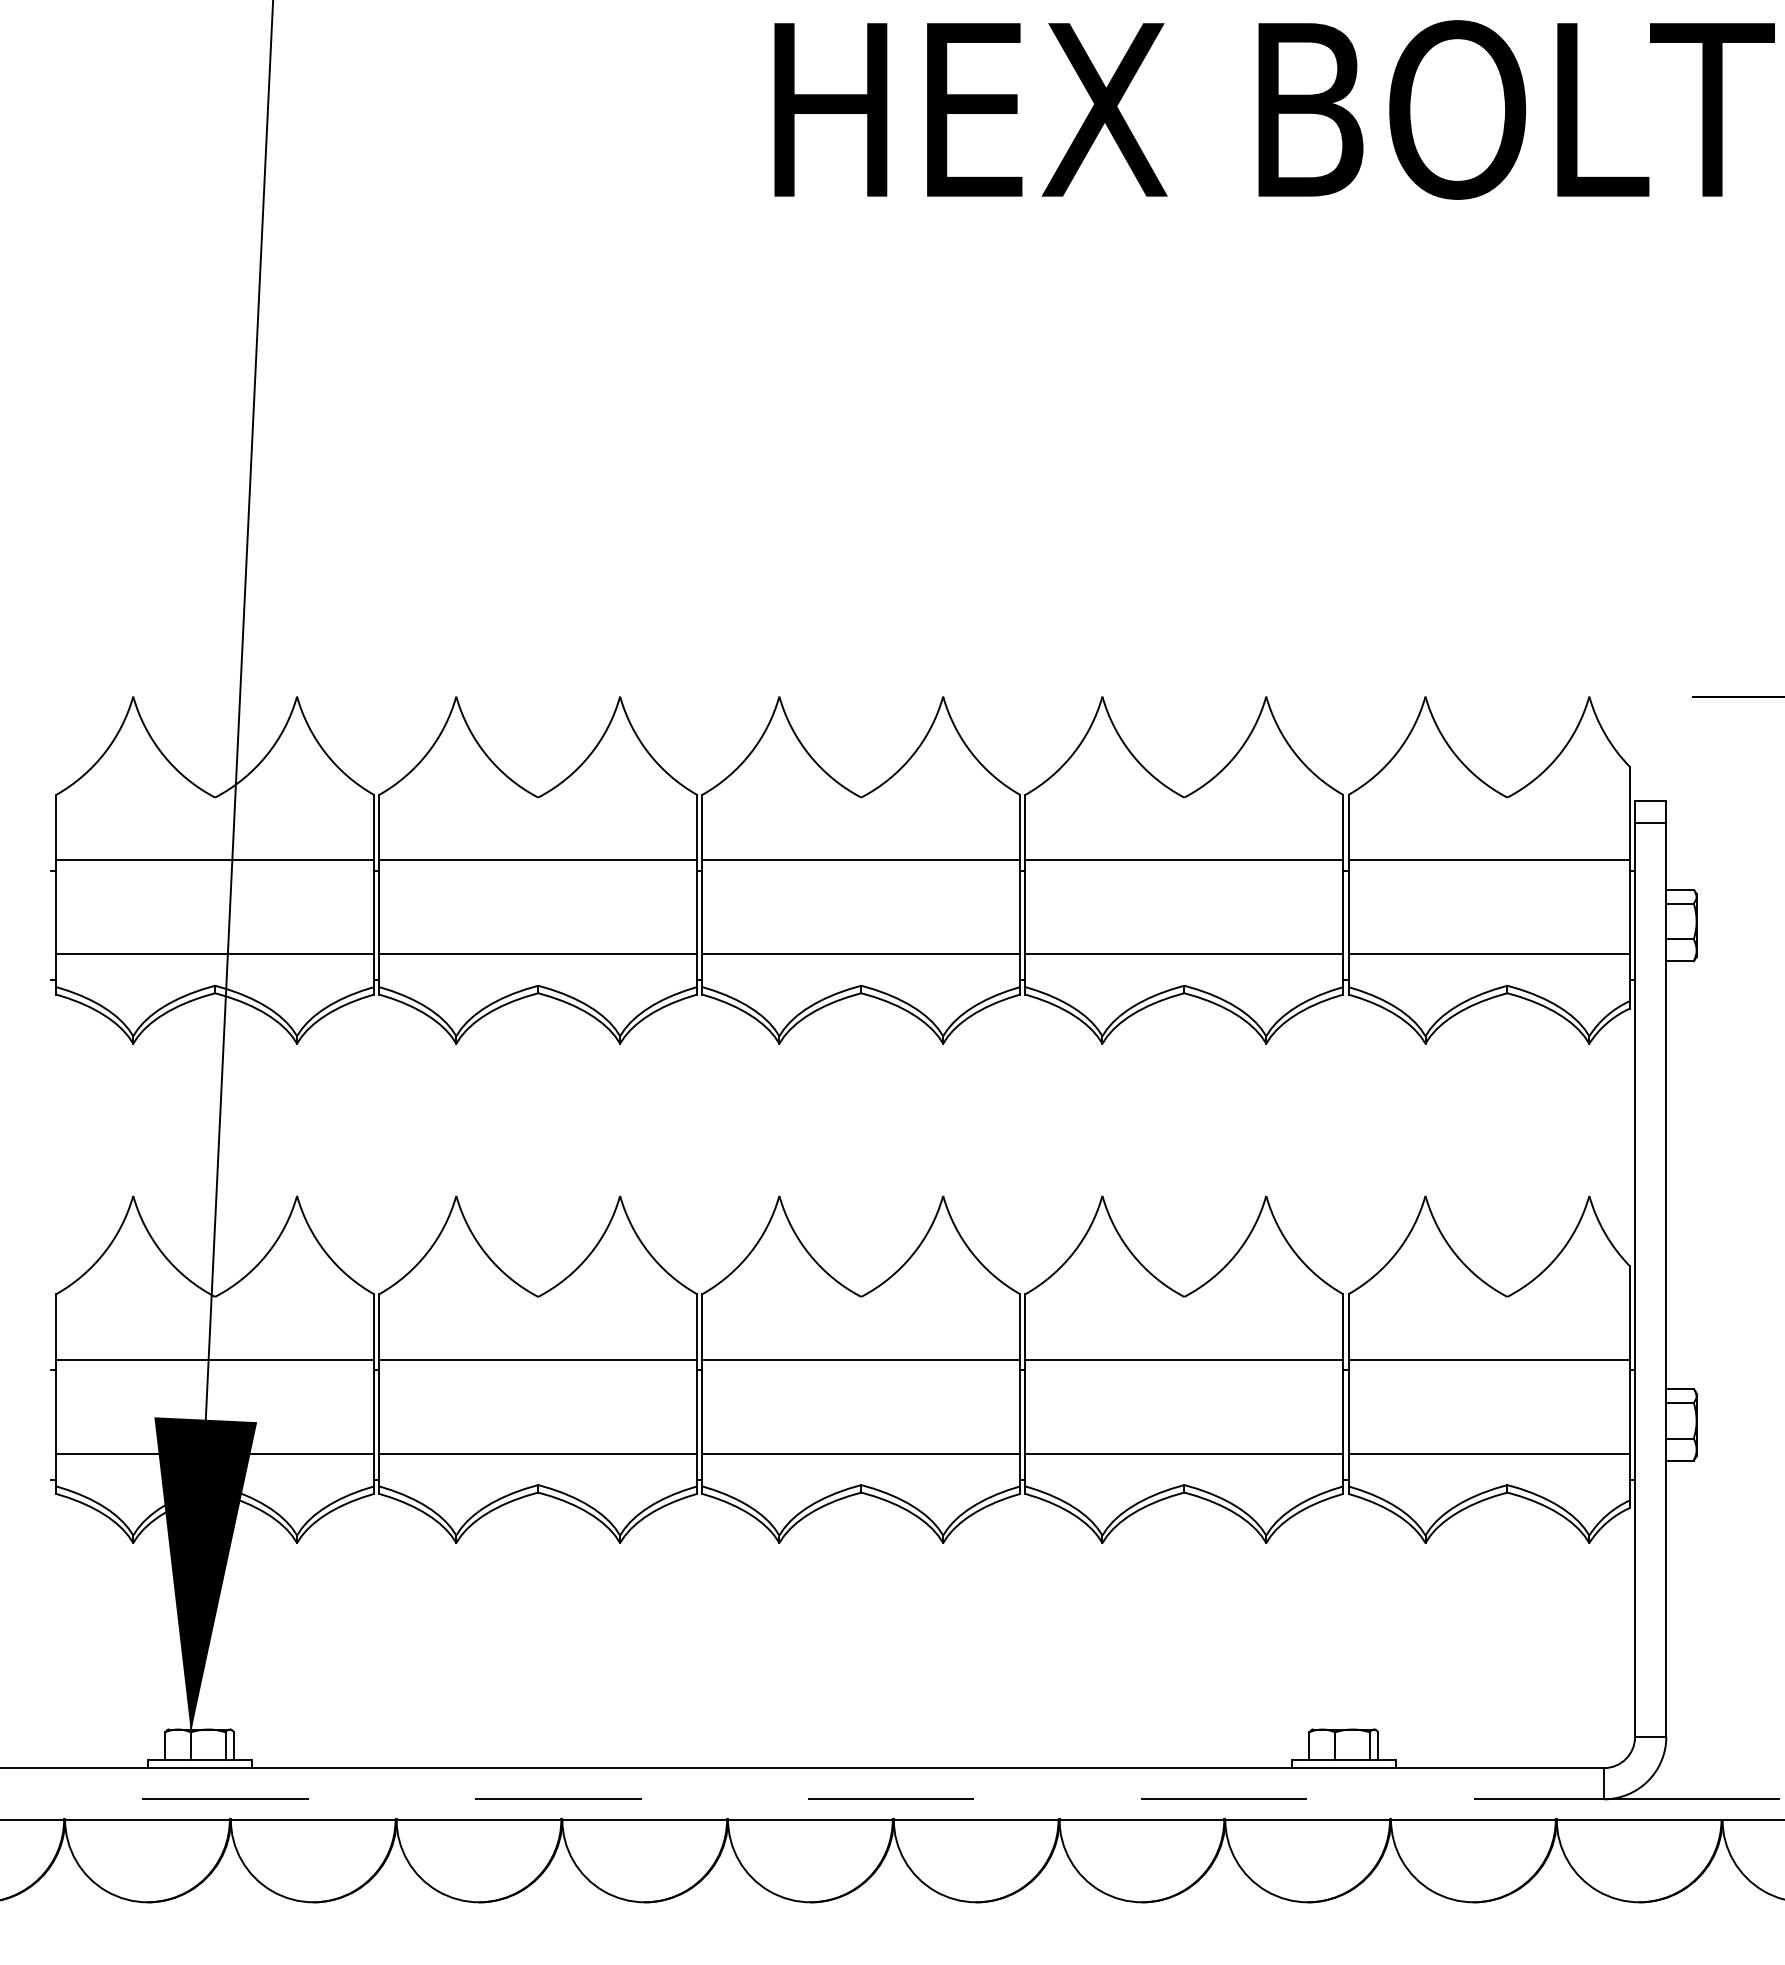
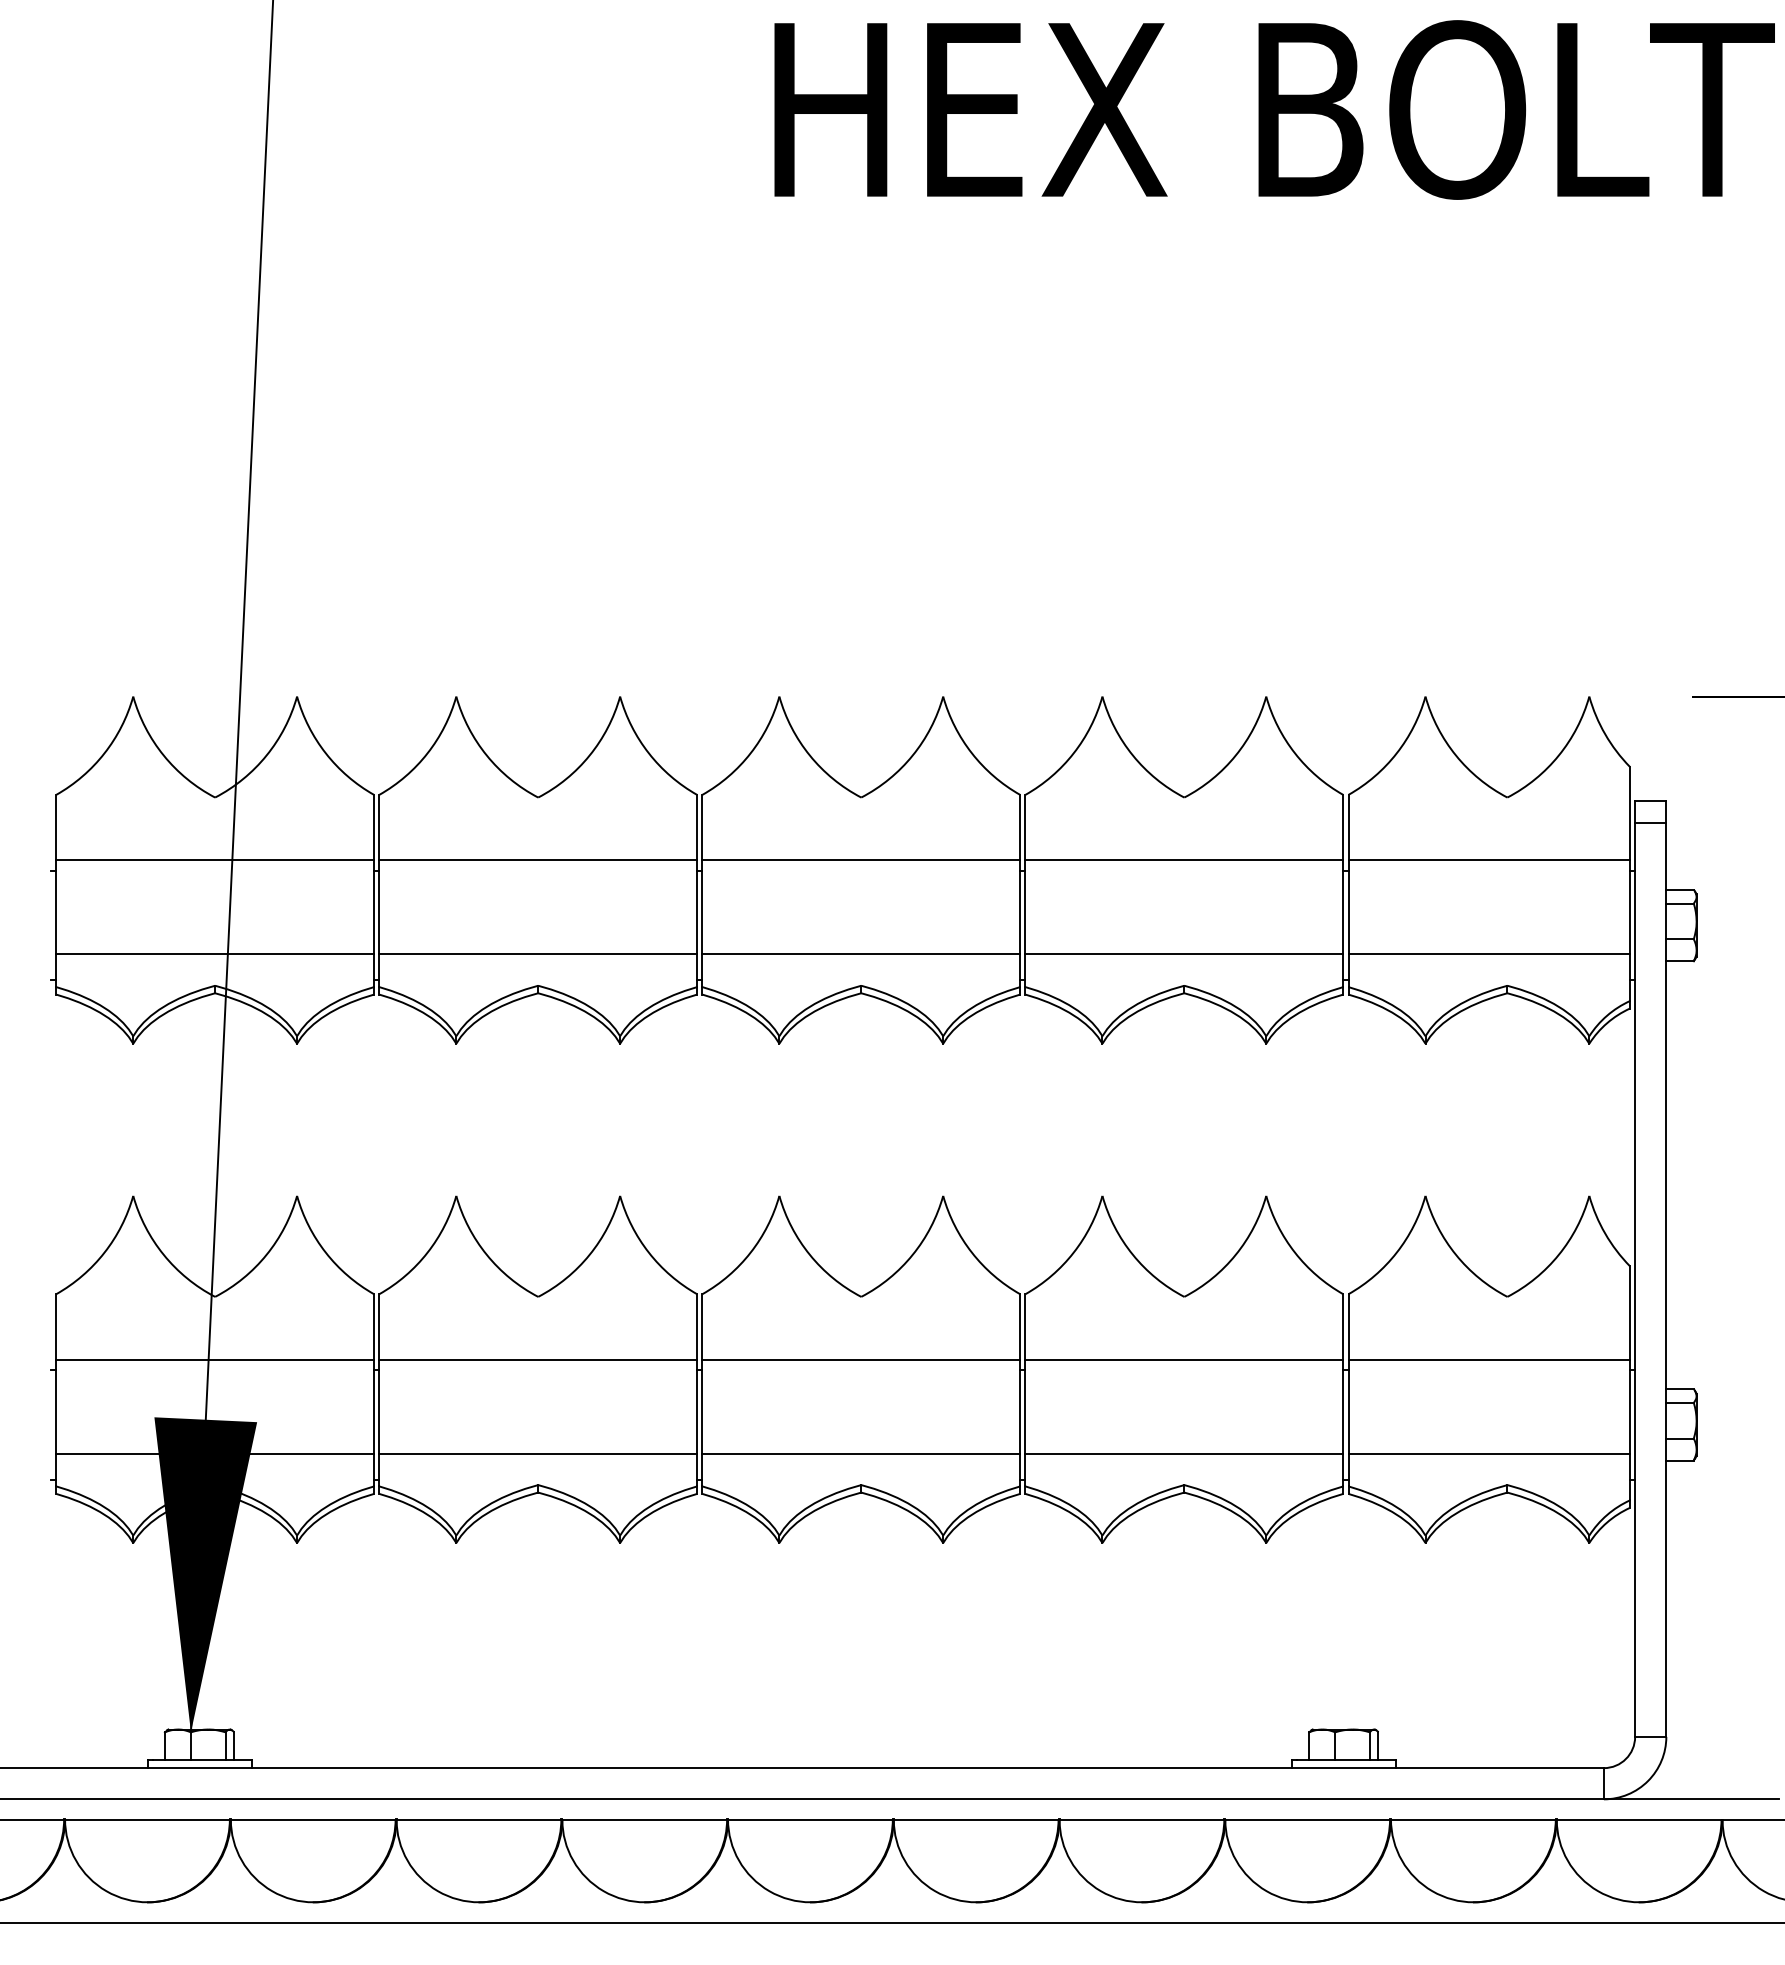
line at (802, 1799): dashed -> solid
line at (891, 1923): none -> present
